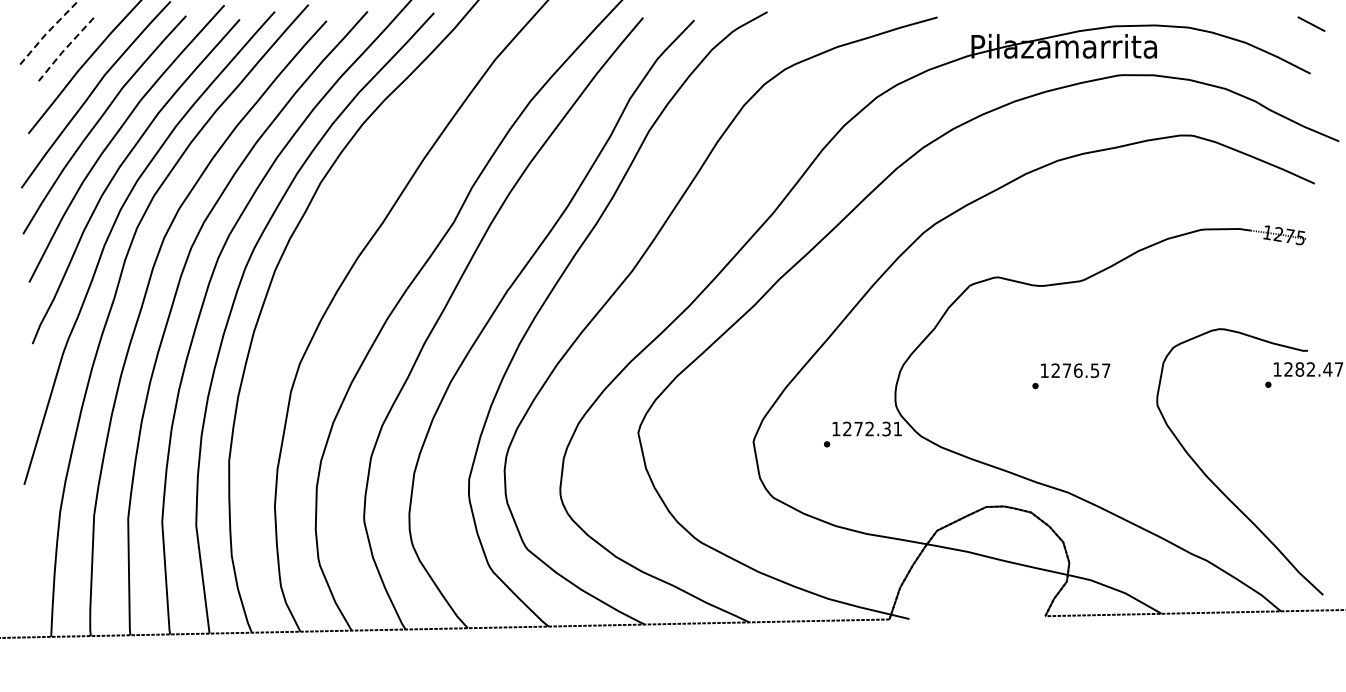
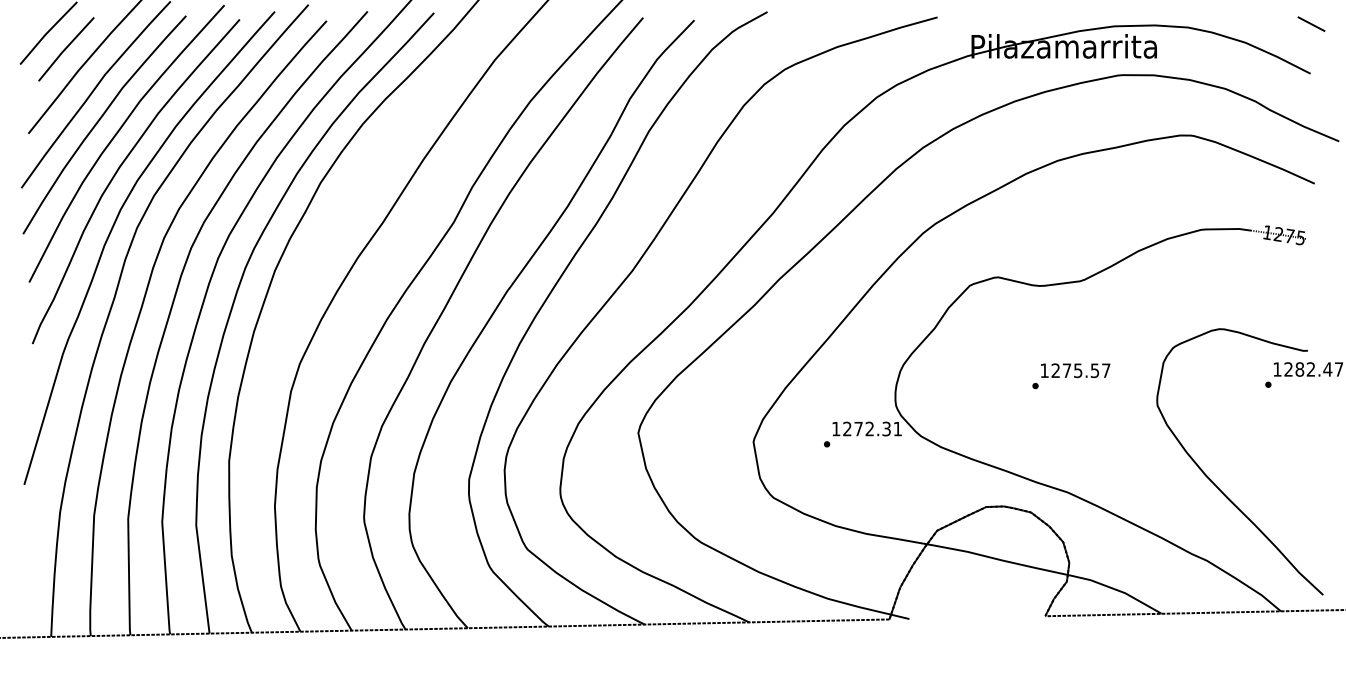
line at (47, 32): dashed -> solid
line at (65, 48): dashed -> solid
text at (1078, 370): 1276.57 -> 1275.57
